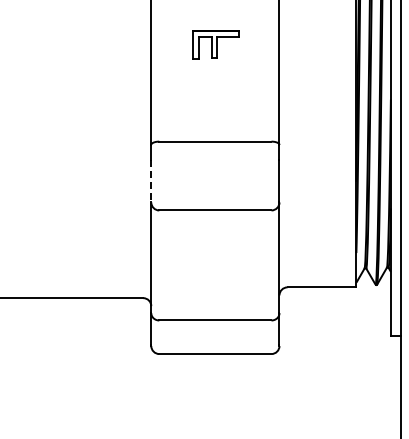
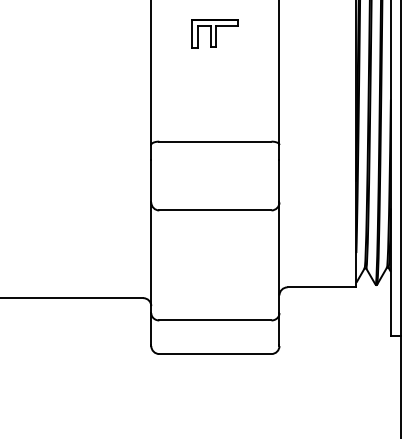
part at (215, 44) position: (215, 44) -> (214, 33)
line at (151, 181): dashed -> solid
